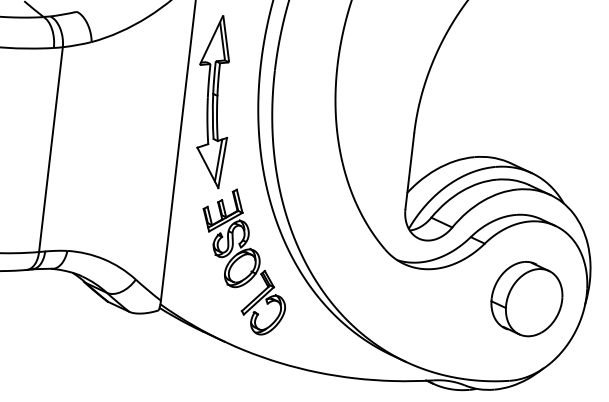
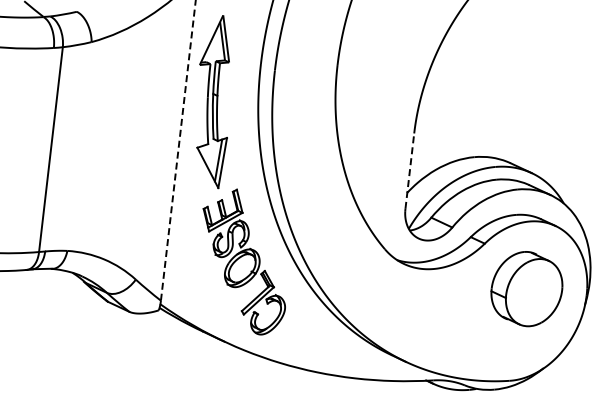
line at (178, 150): solid -> dashed
line at (409, 171): solid -> dashed
part at (526, 299) position: (526, 299) -> (526, 289)
